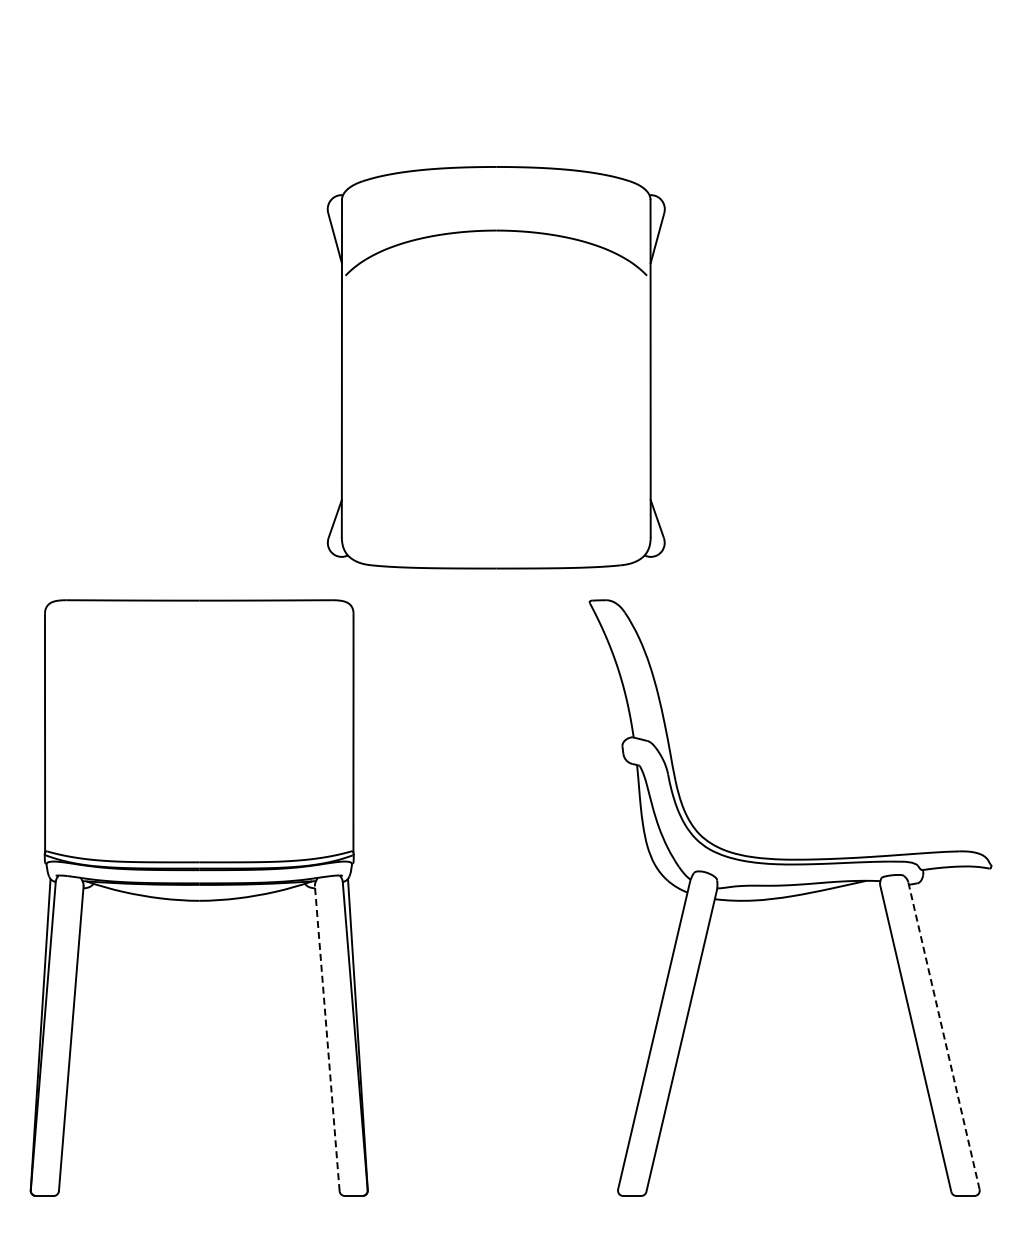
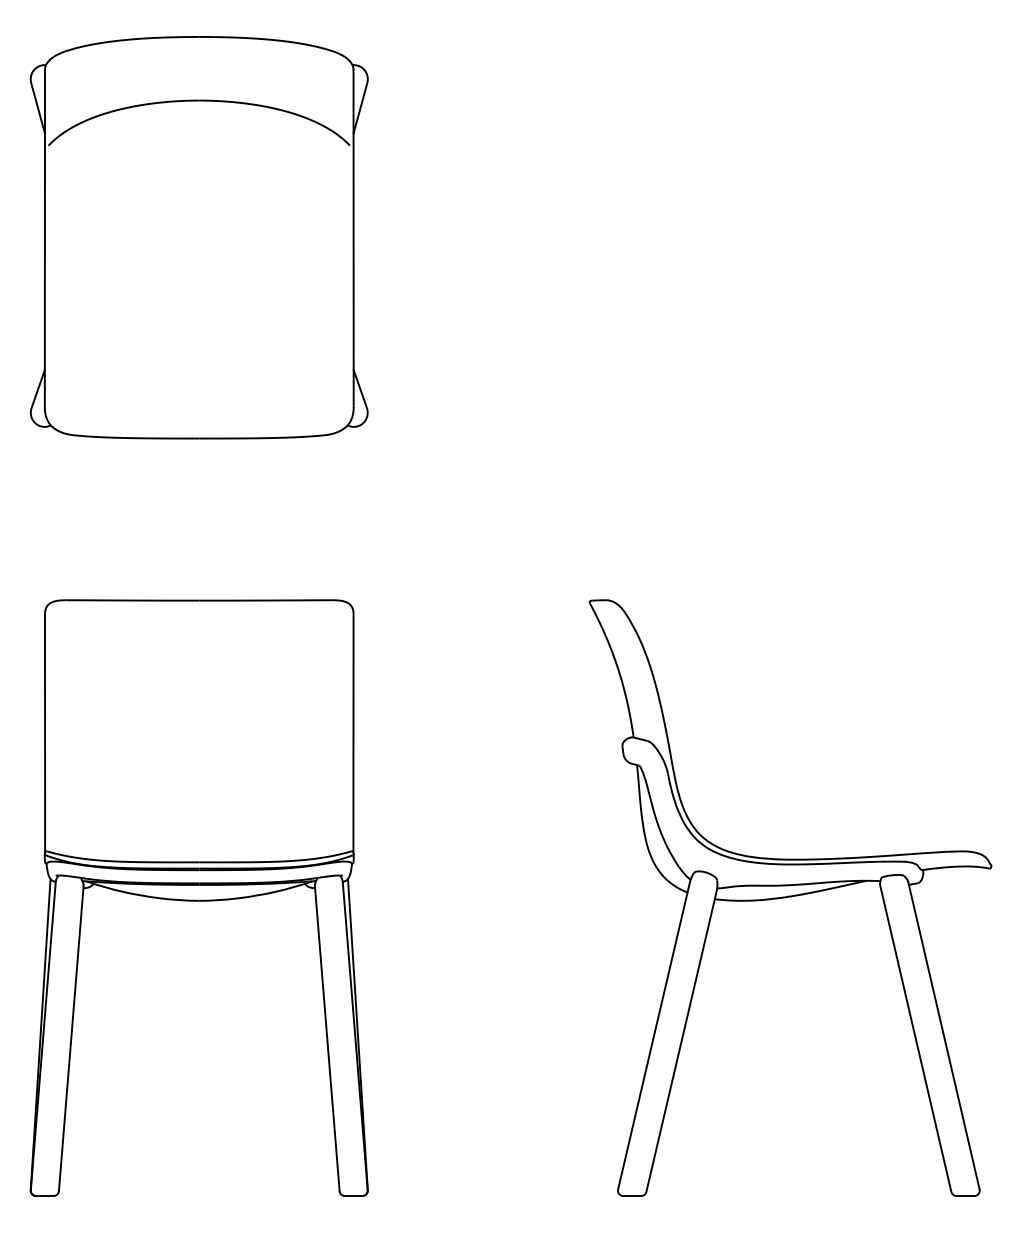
part at (495, 367) position: (495, 367) -> (198, 237)
line at (943, 1035): dashed -> solid
line at (327, 1038): dashed -> solid
